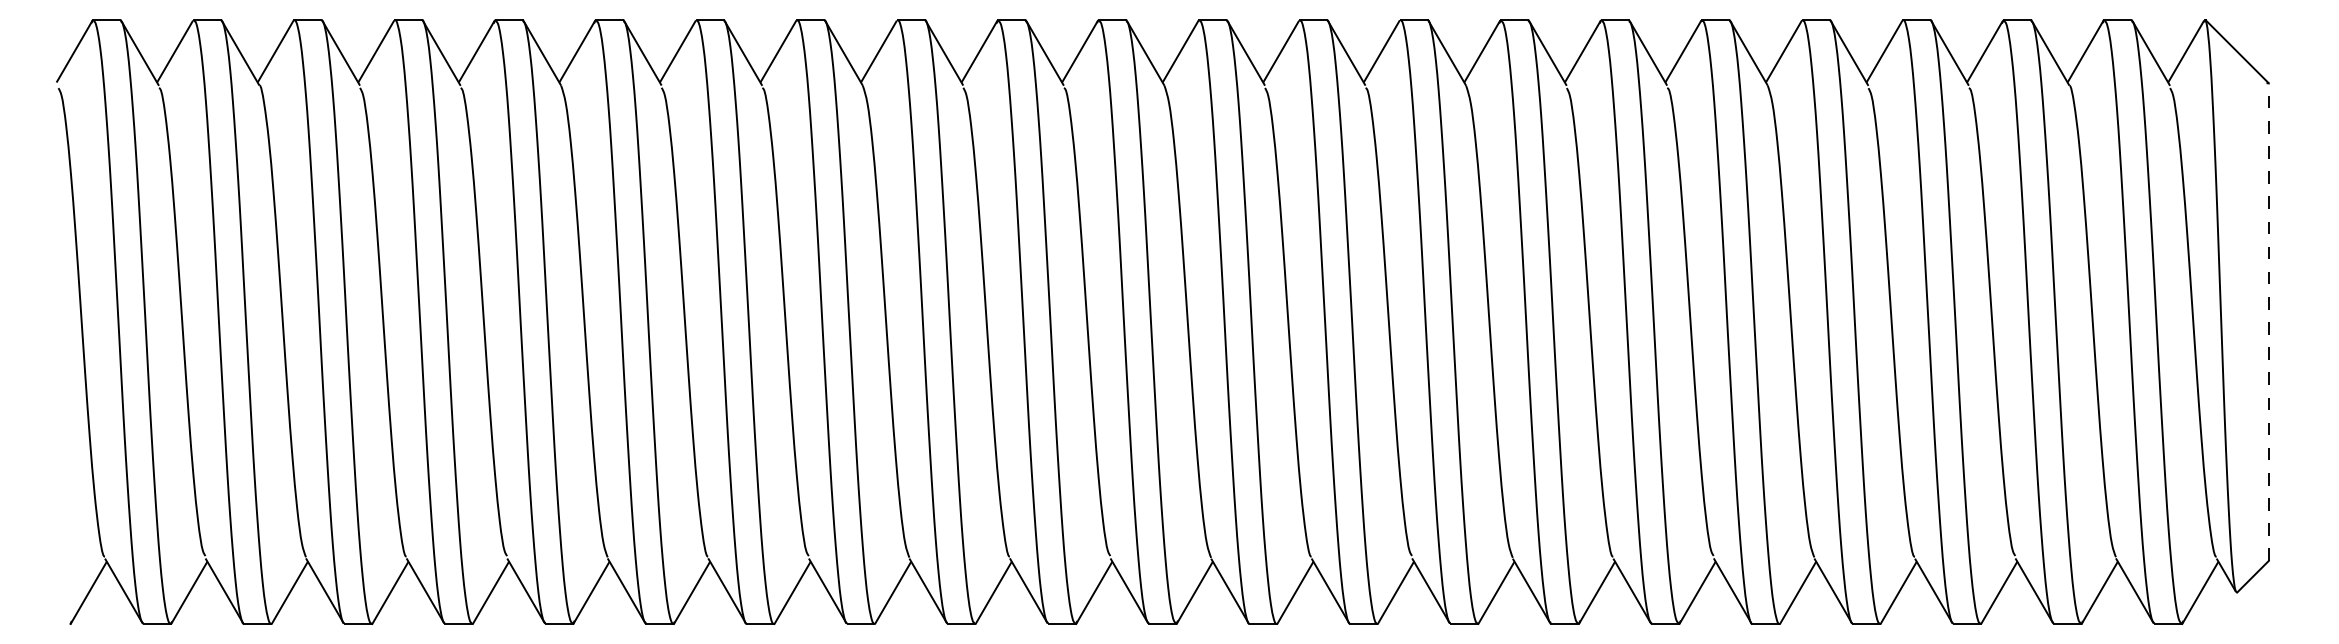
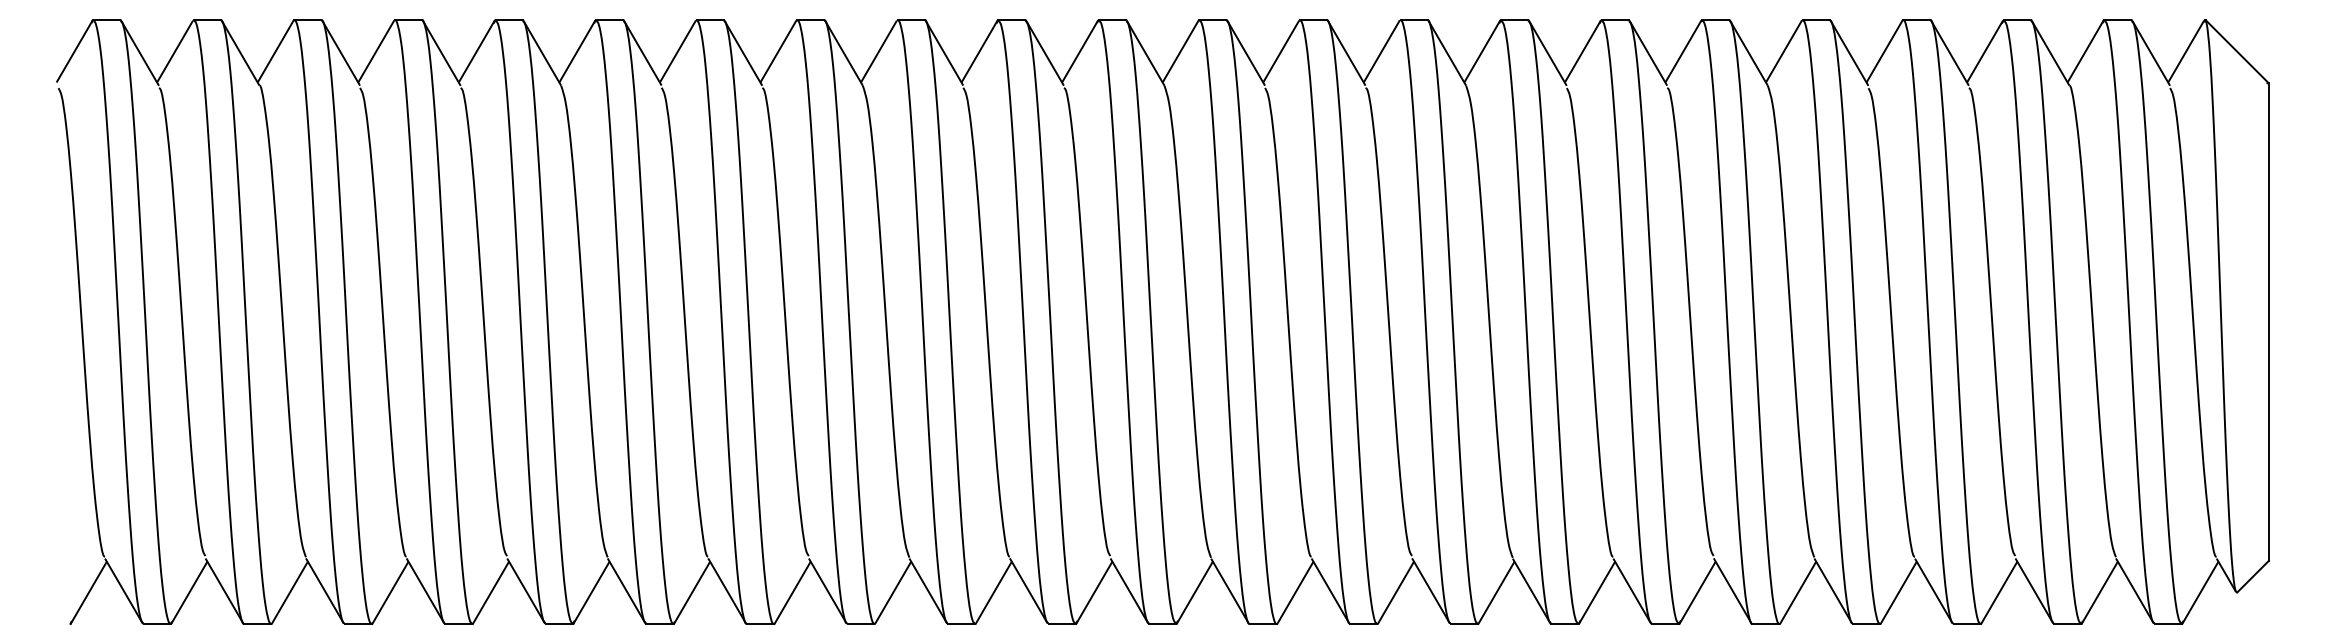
line at (2268, 322): dashed -> solid
